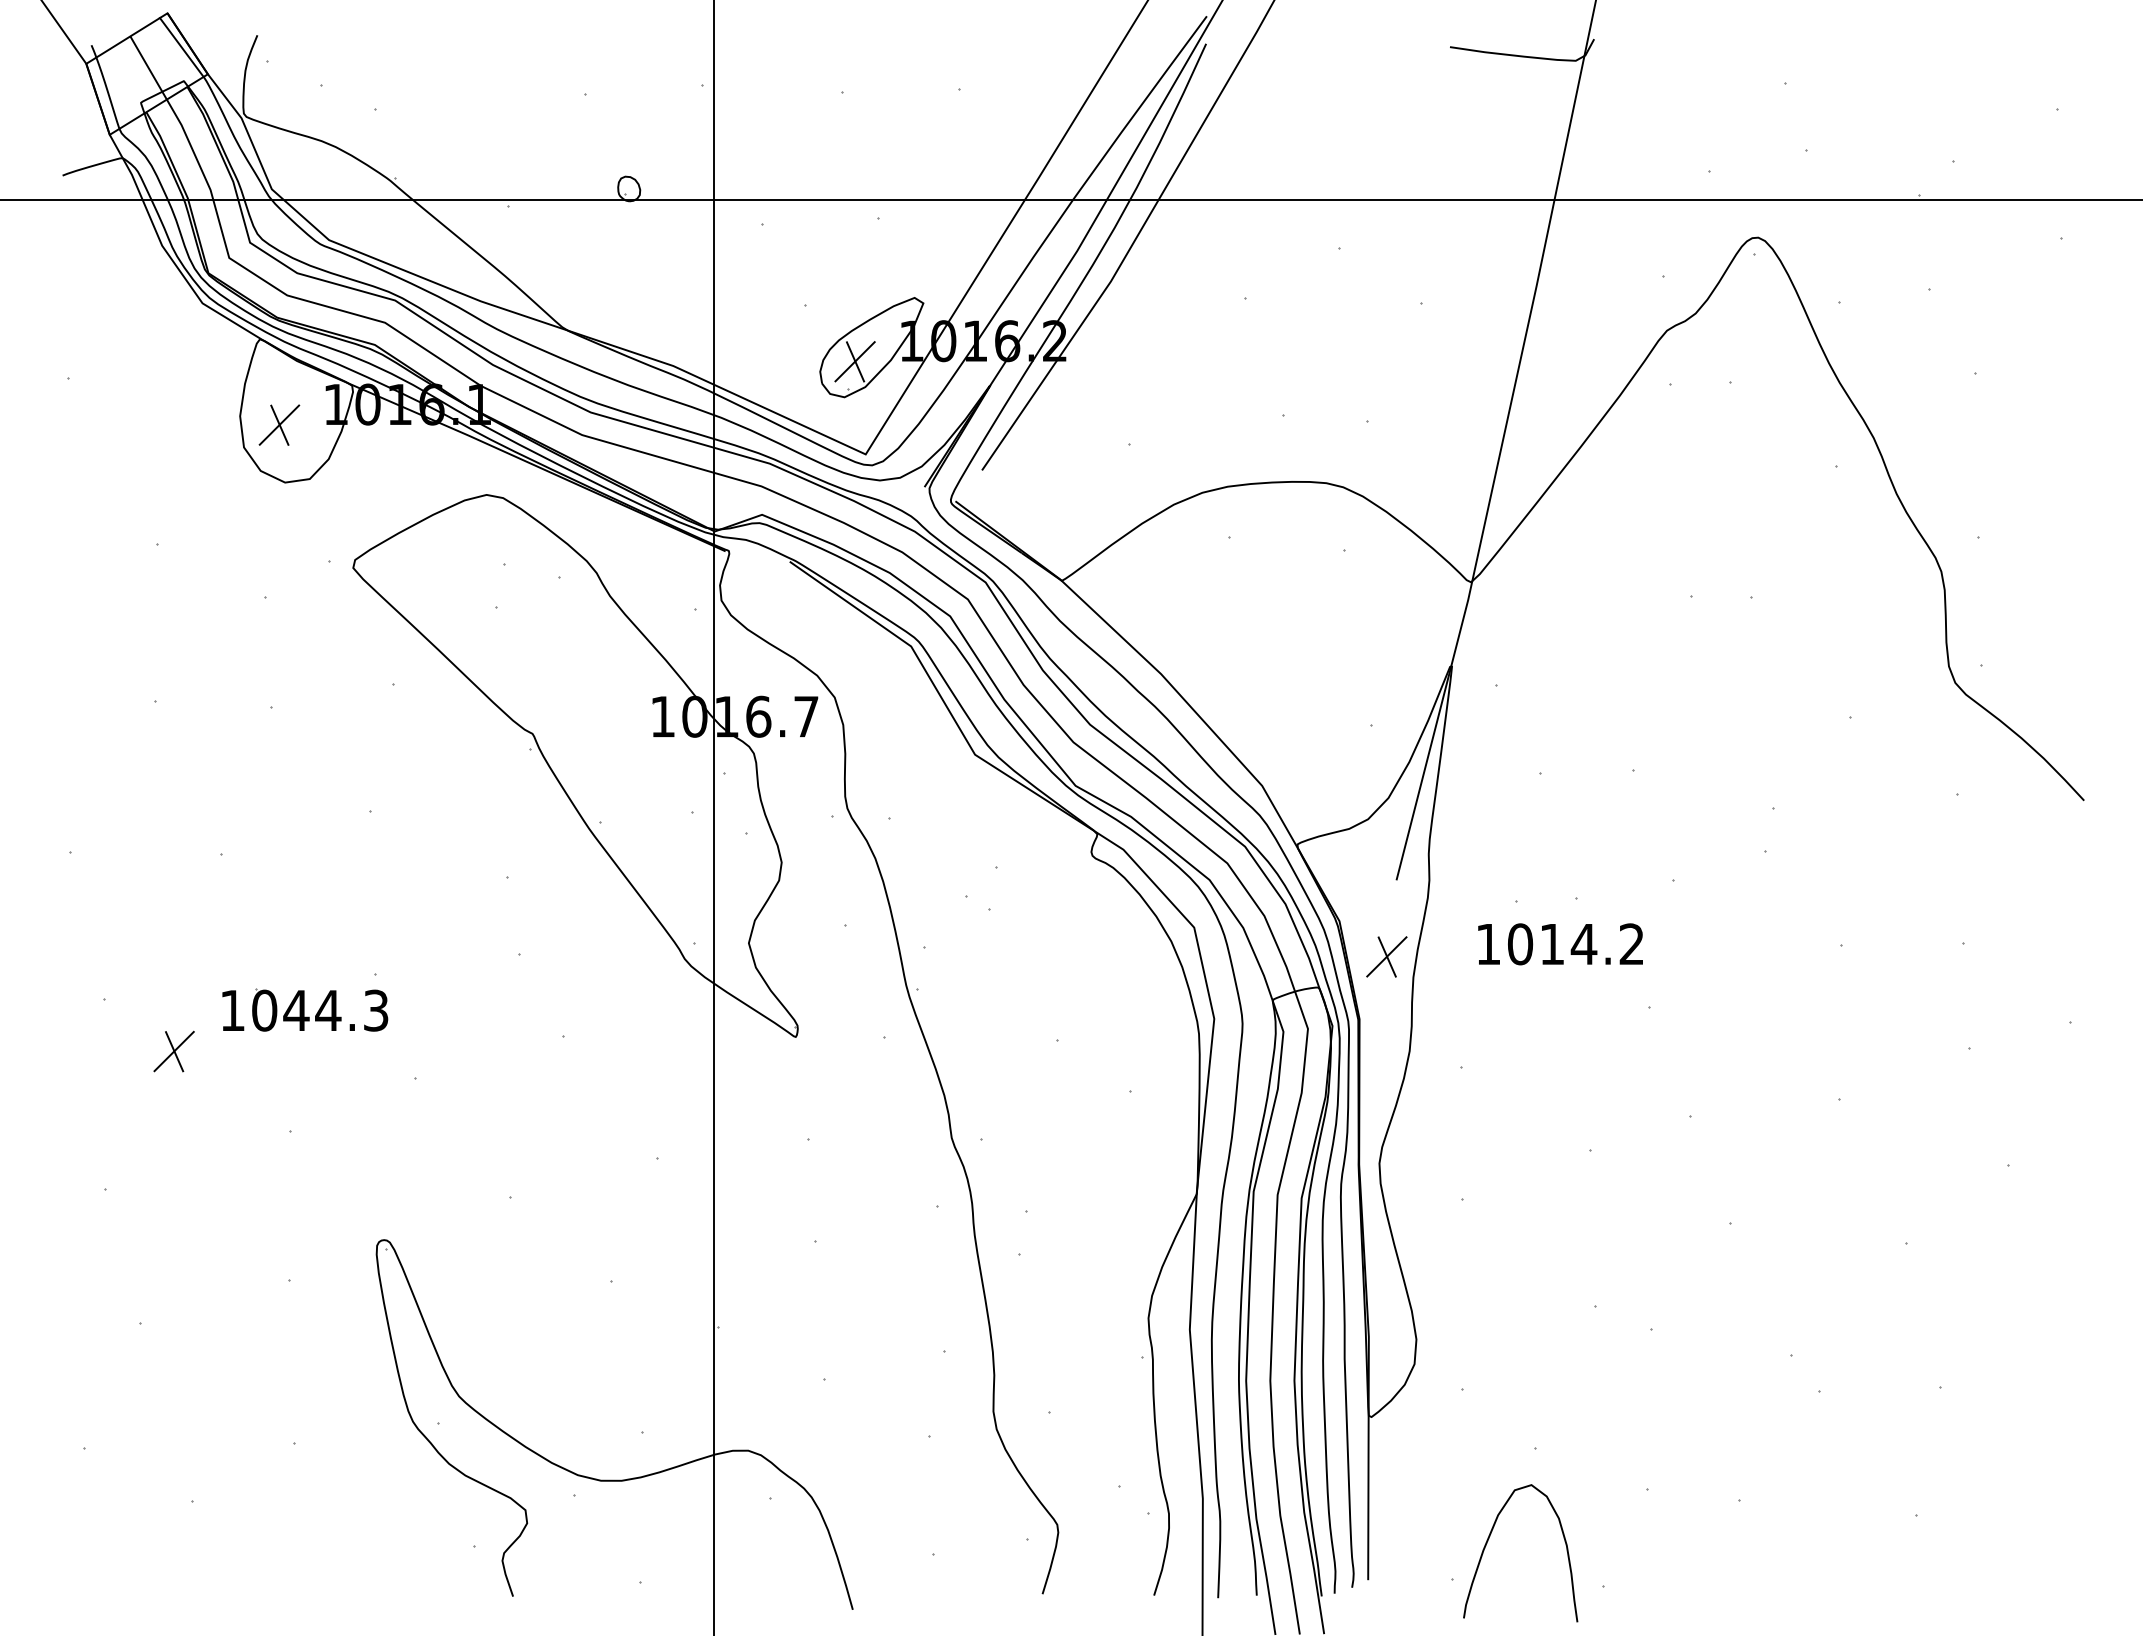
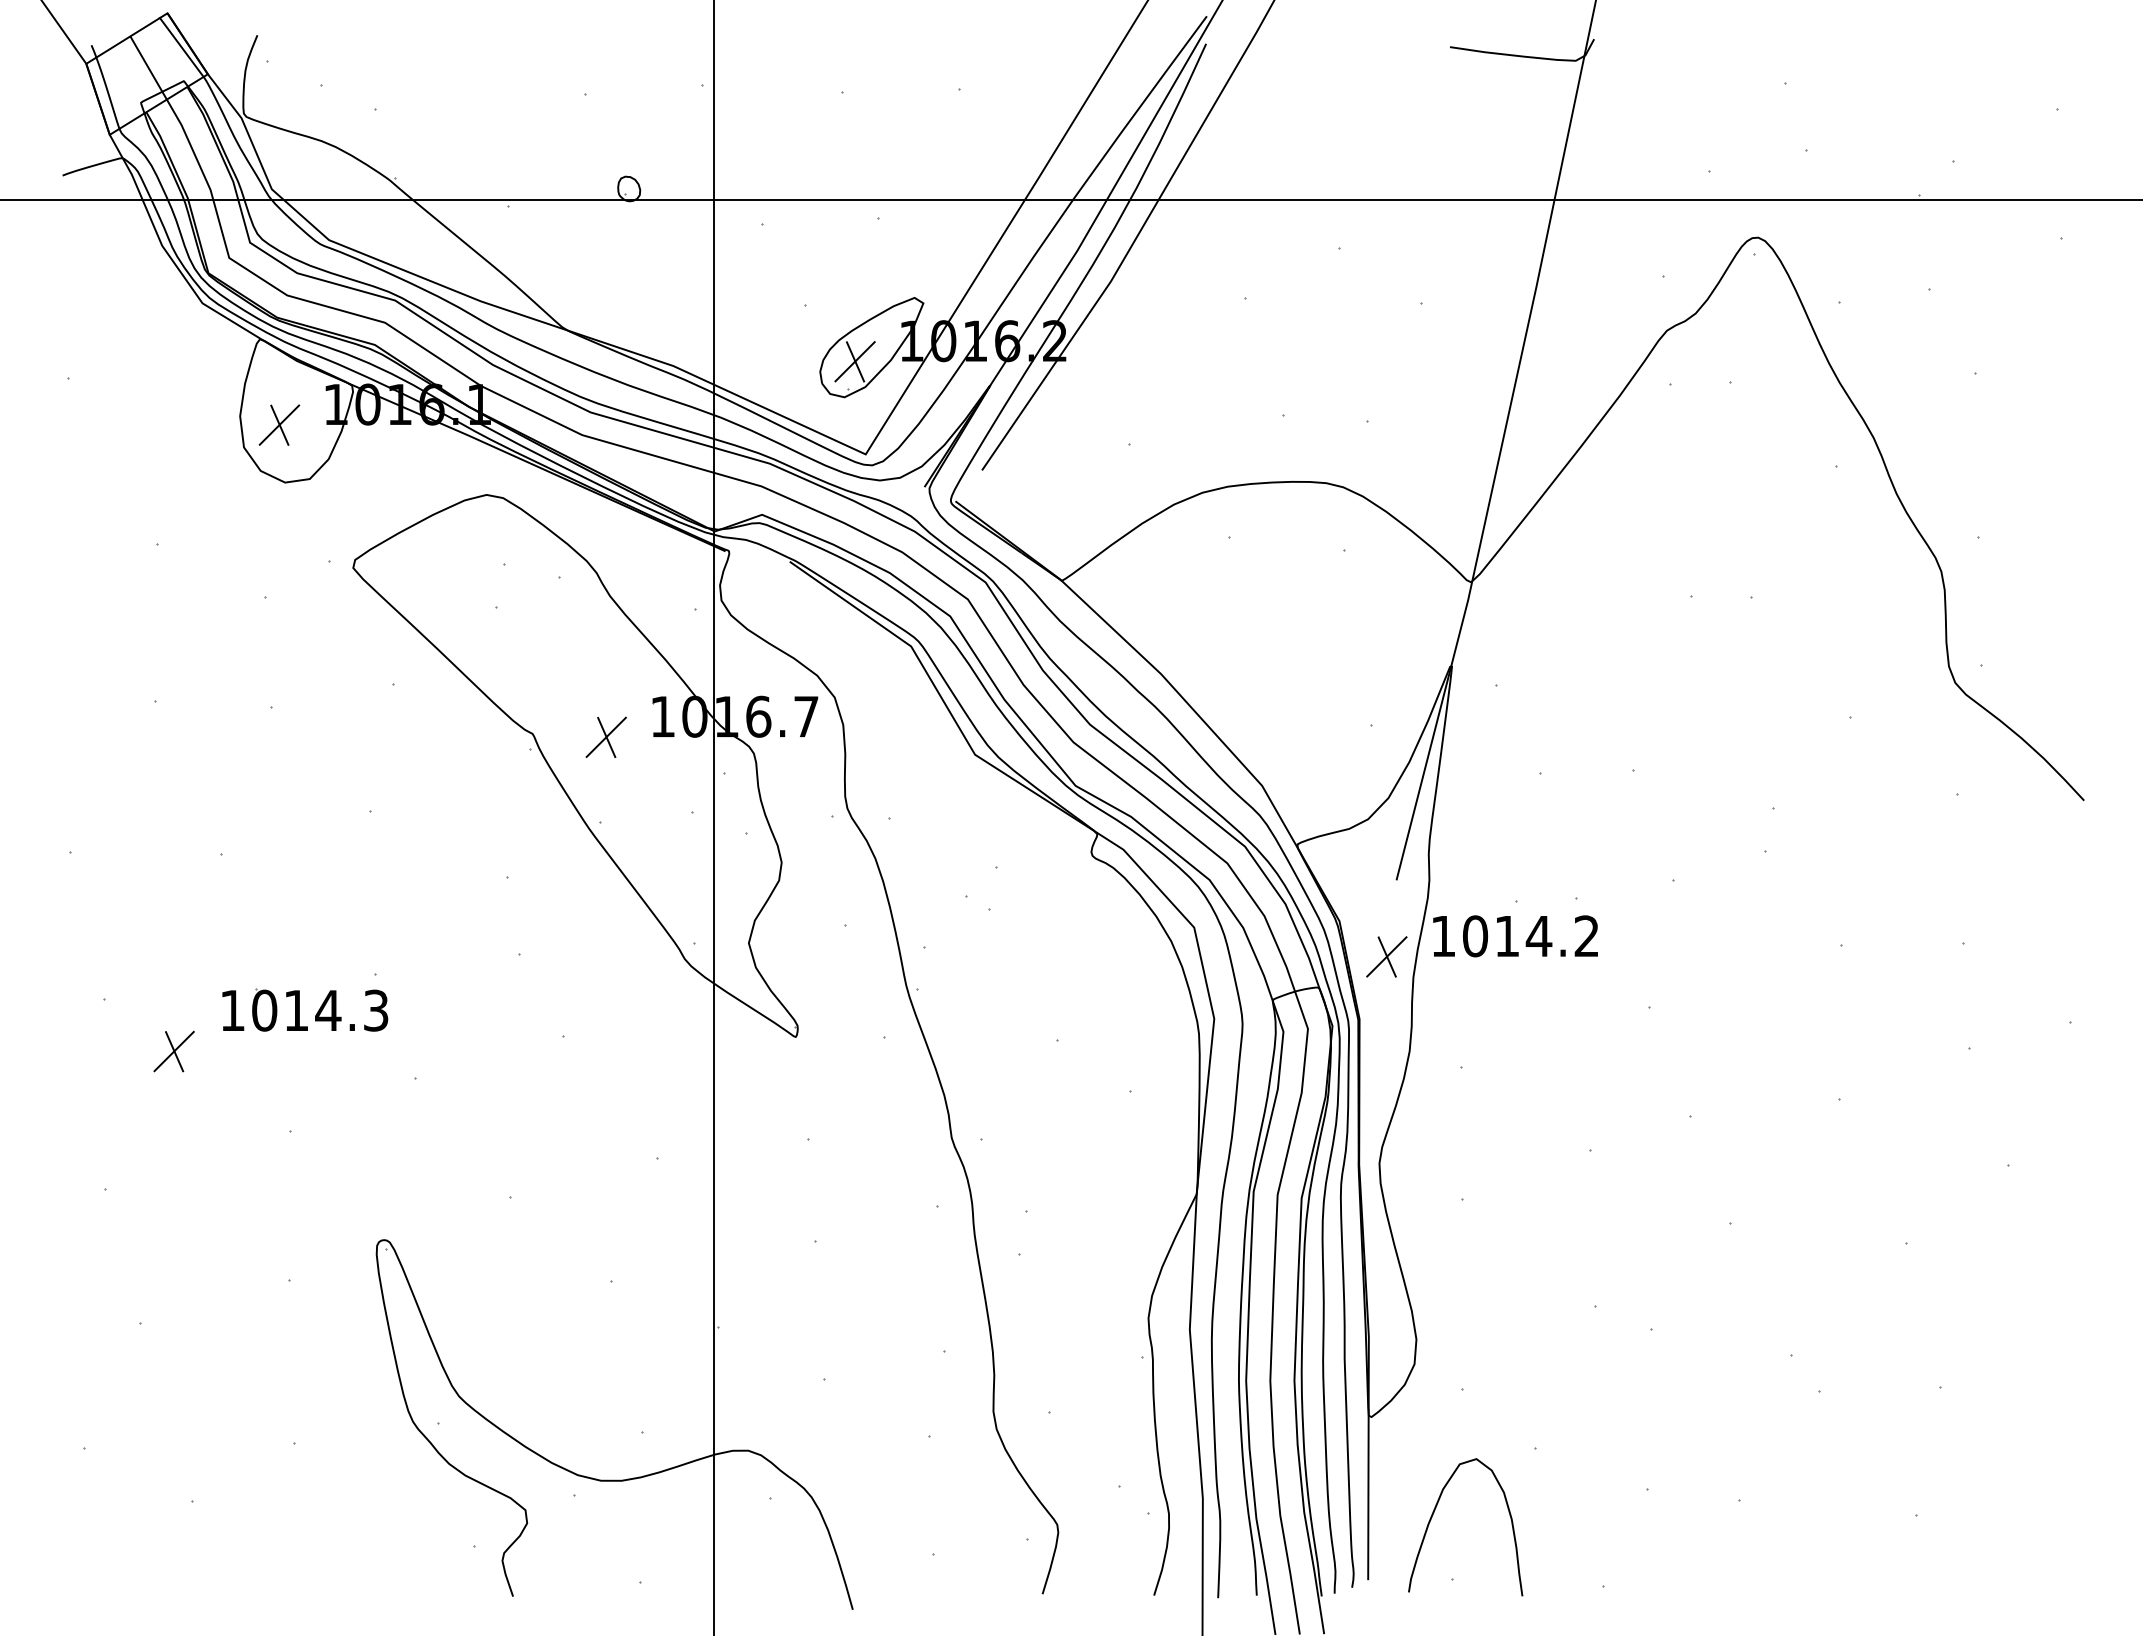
part at (605, 736): none -> present
text at (1560, 944) position: (1560, 944) -> (1515, 936)
text at (296, 1010): 1044.3 -> 1014.3
curve at (1488, 1541) position: (1488, 1541) -> (1433, 1515)
